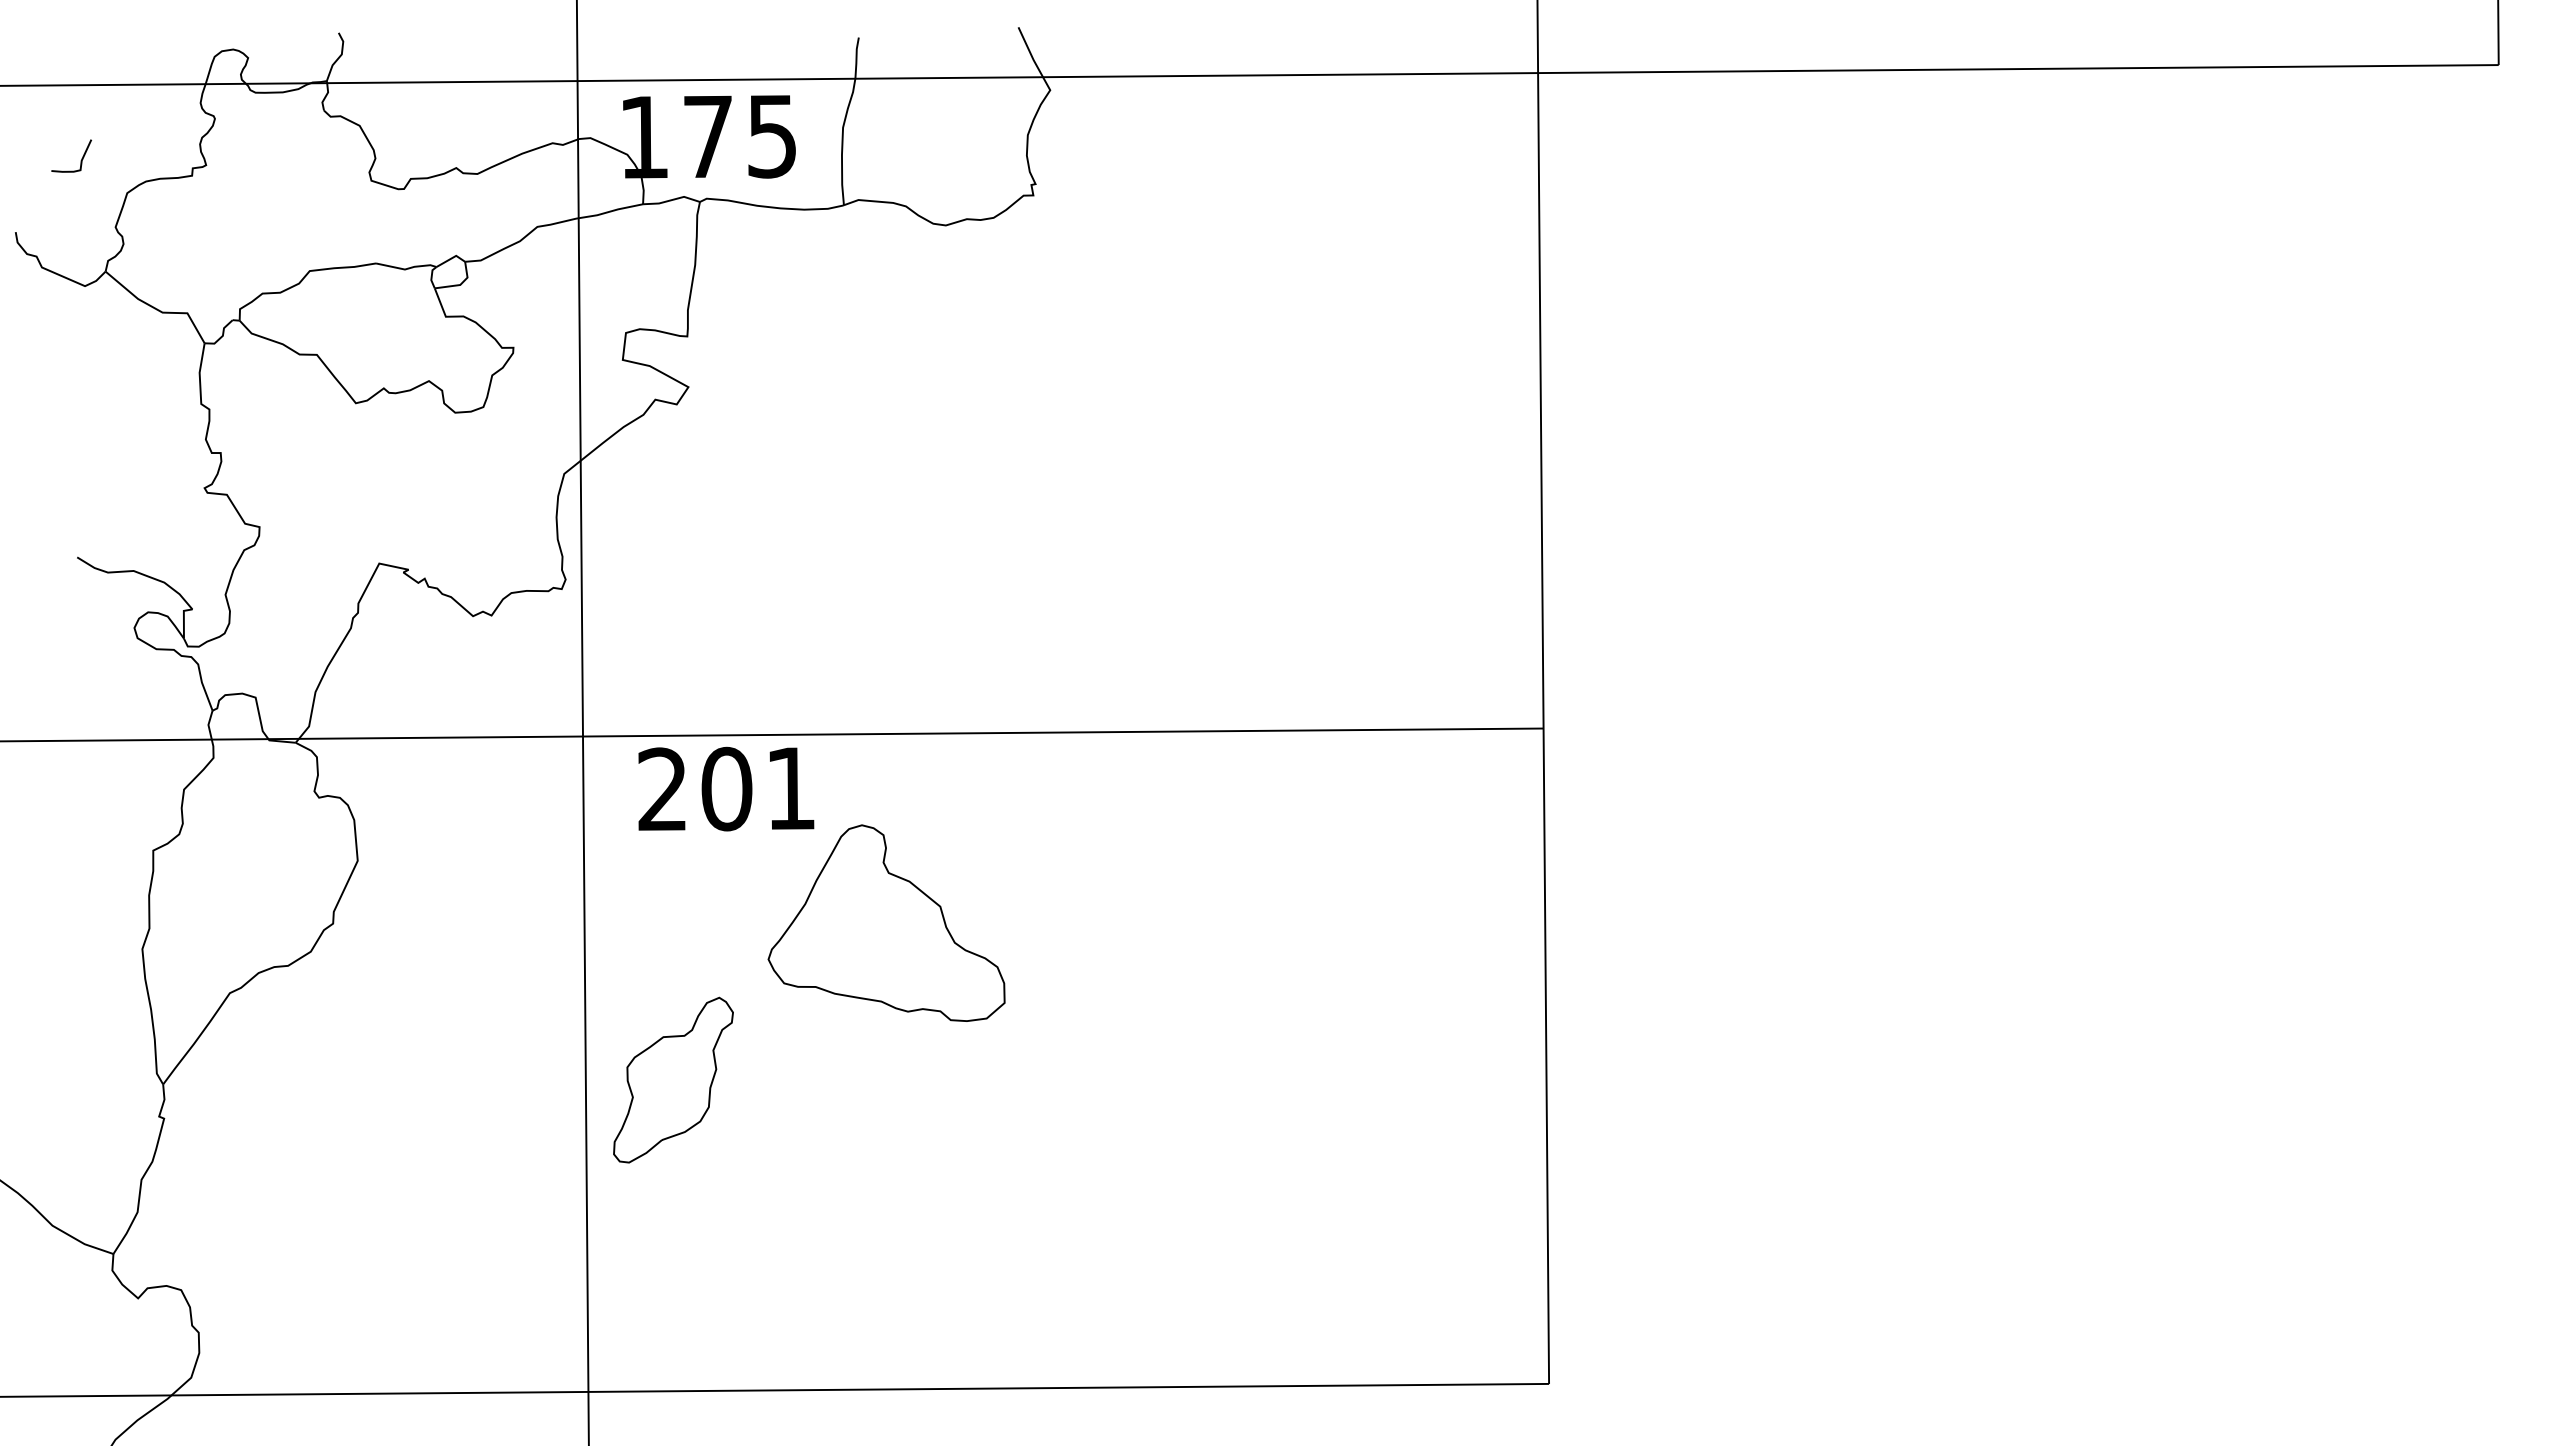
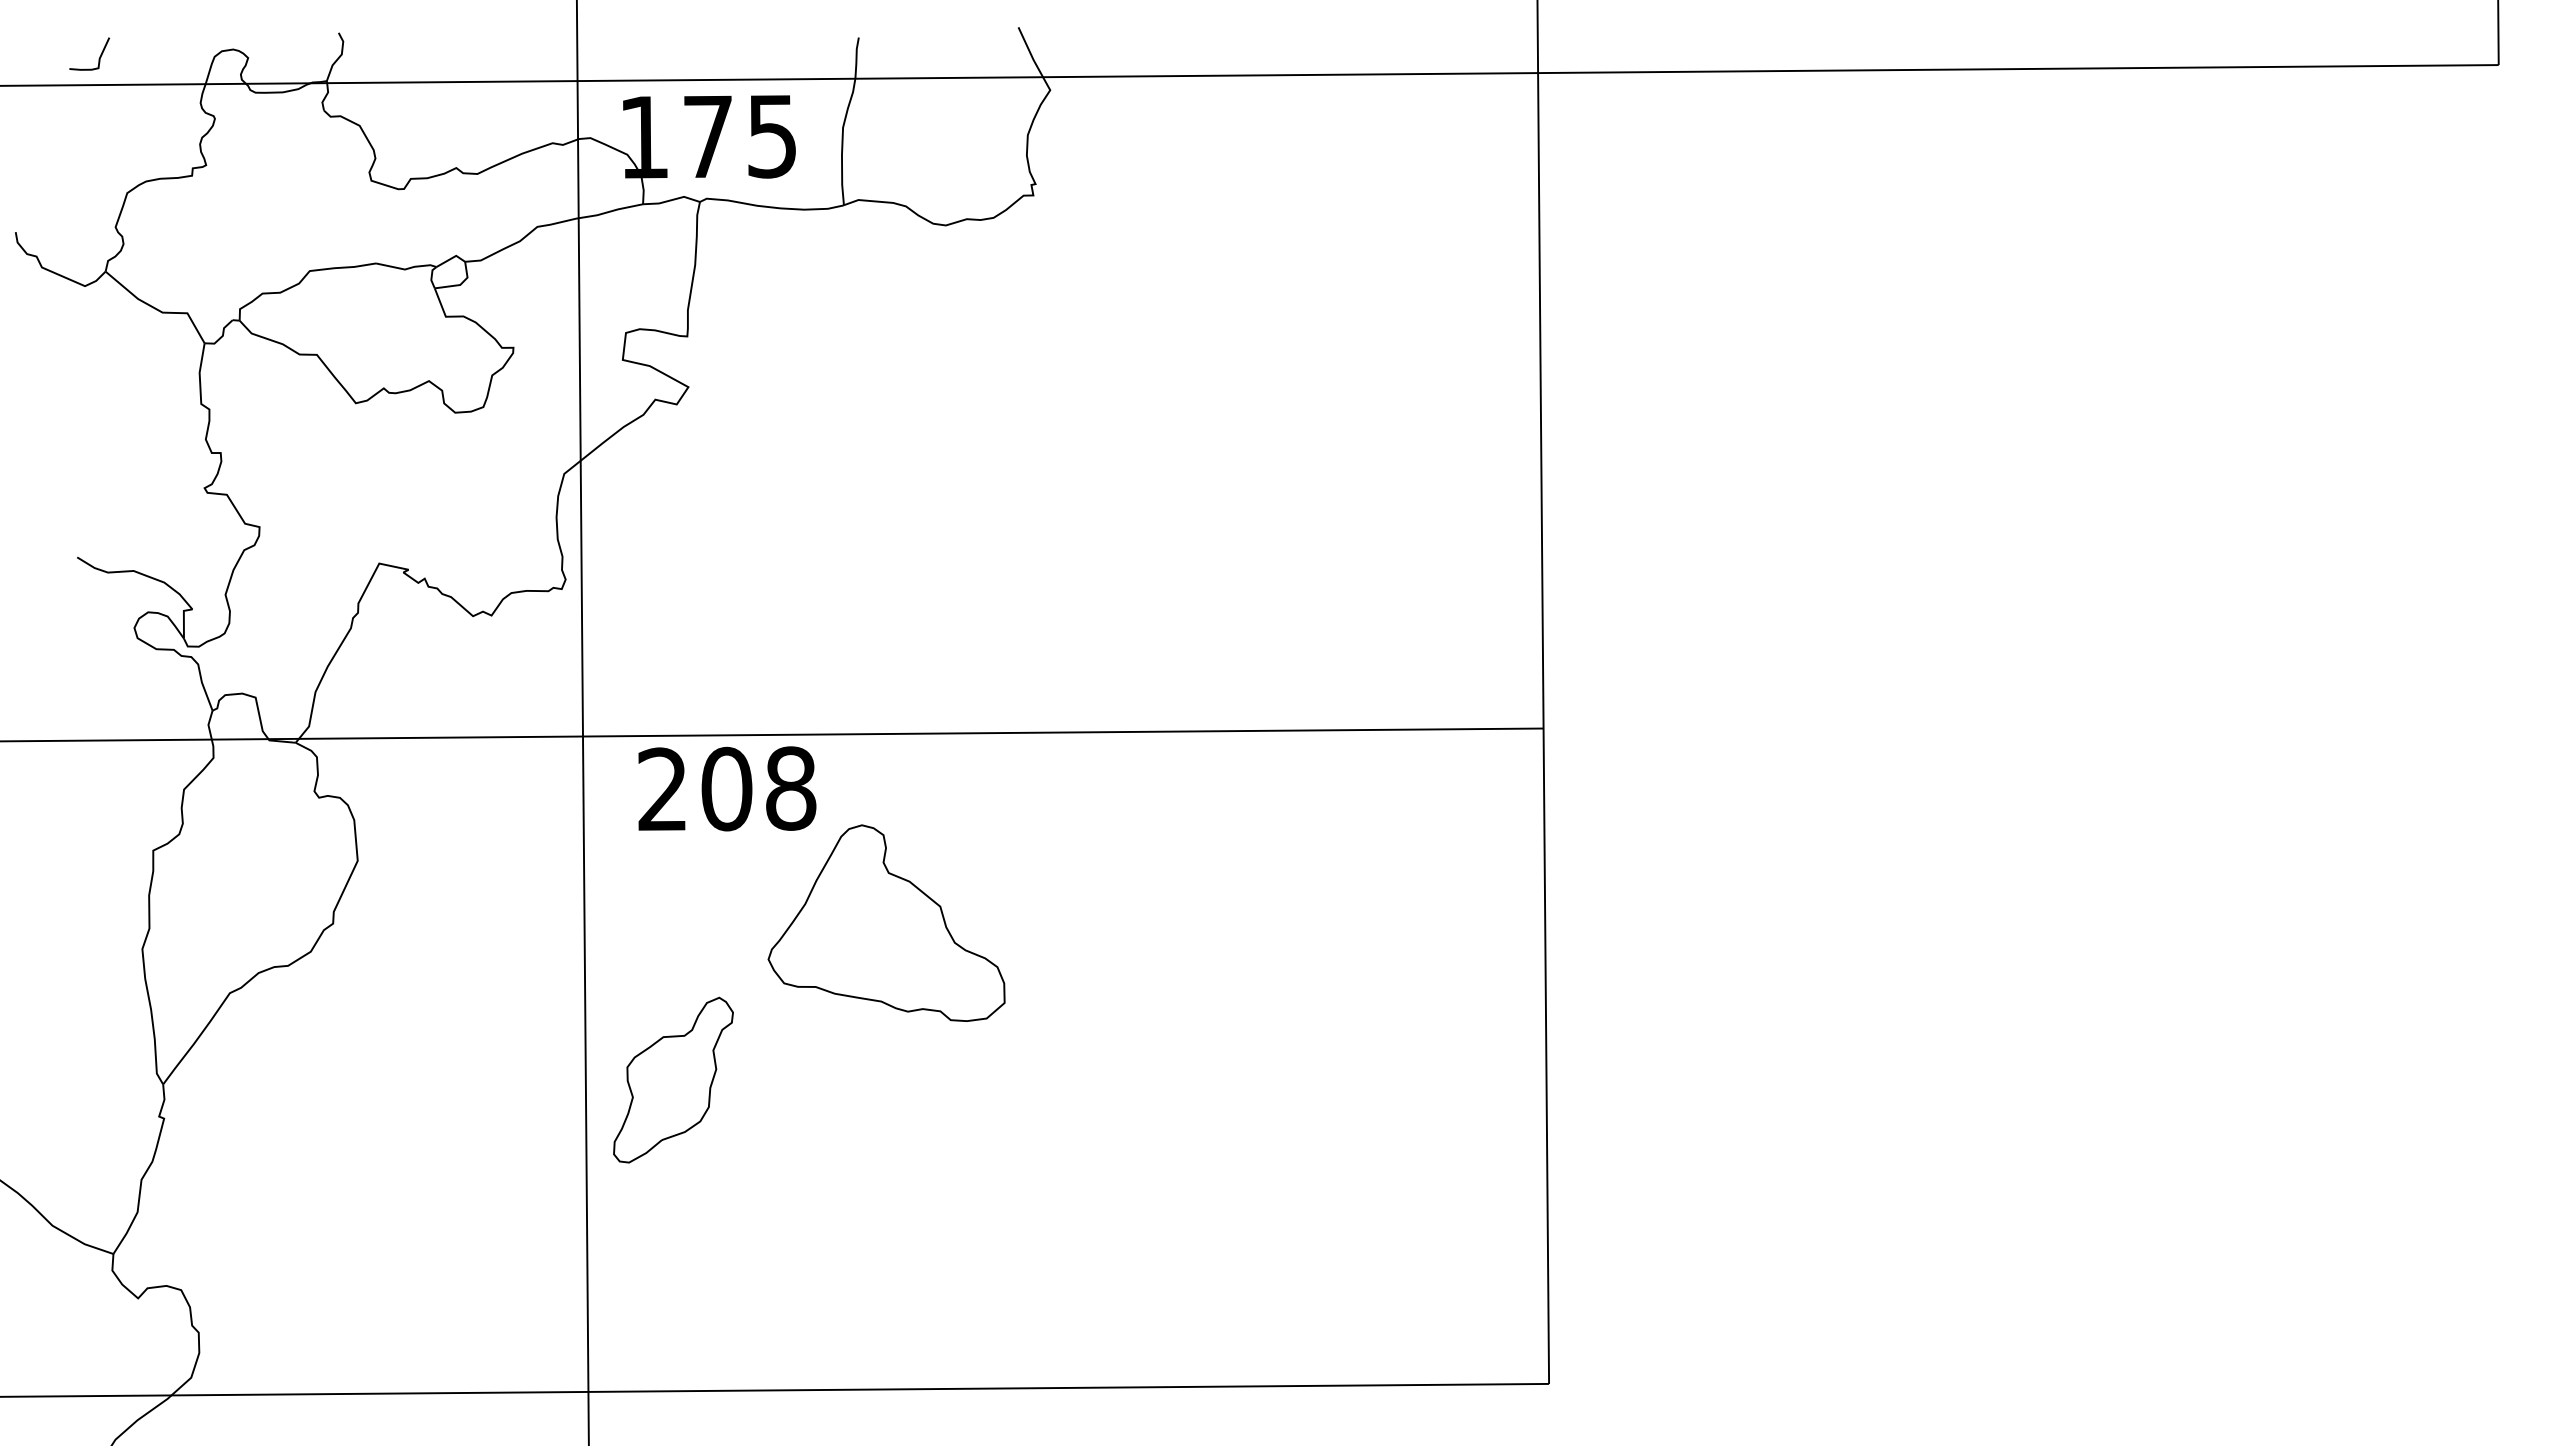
curve at (80, 160) position: (80, 160) -> (98, 58)
text at (791, 788): 201 -> 208
